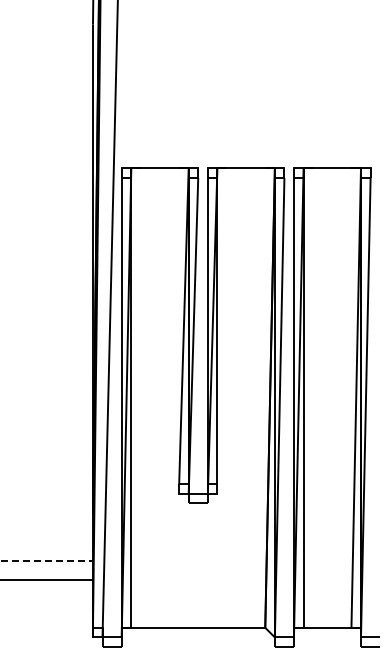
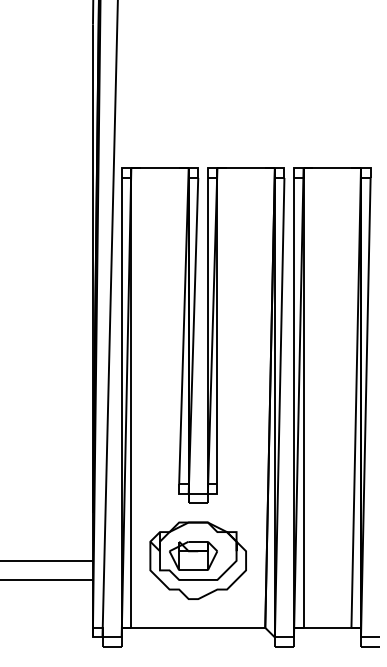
line at (47, 560): dashed -> solid
part at (197, 560): none -> present
